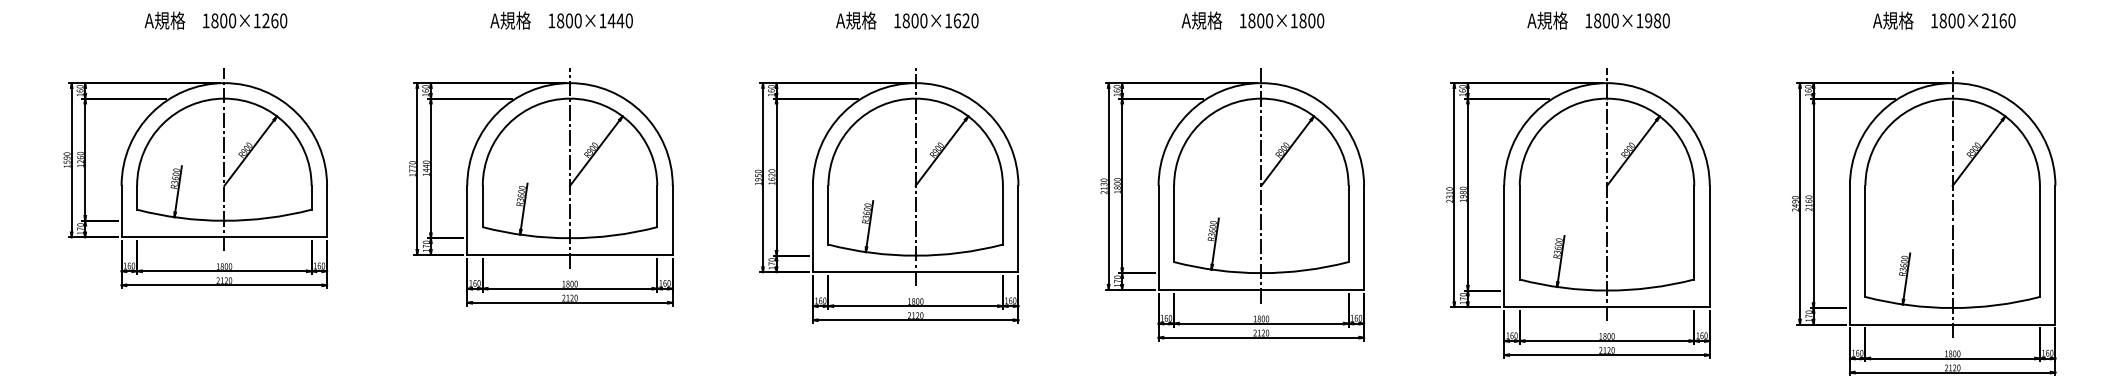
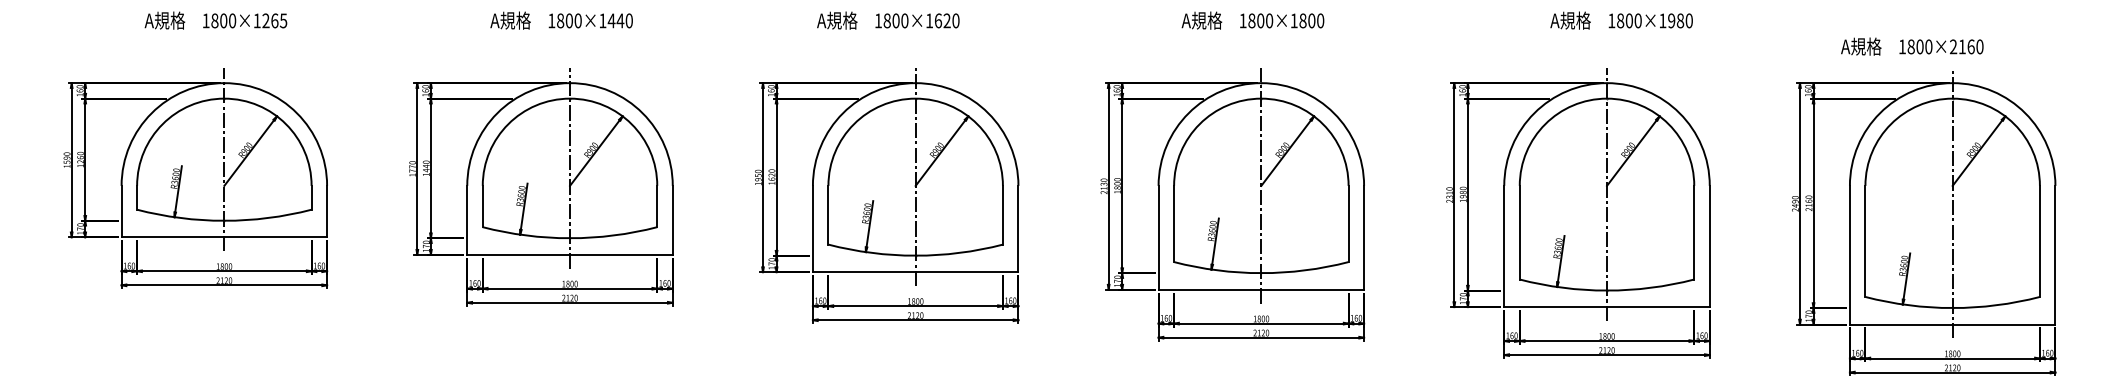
text at (283, 20): 1800×1260 -> 1800×1265
text at (907, 20) position: (907, 20) -> (888, 20)
text at (1598, 20) position: (1598, 20) -> (1621, 20)
text at (1944, 20) position: (1944, 20) -> (1912, 46)
